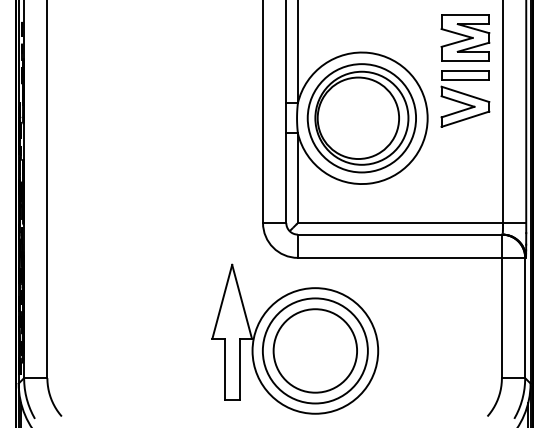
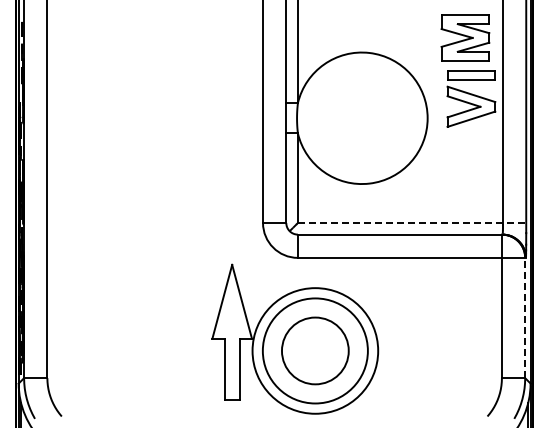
part at (465, 98) position: (465, 98) -> (471, 98)
part at (361, 118): present -> none
line at (412, 223): solid -> dashed
line at (525, 317): solid -> dashed
circle at (315, 350) diameter: 83 px -> 67 px
